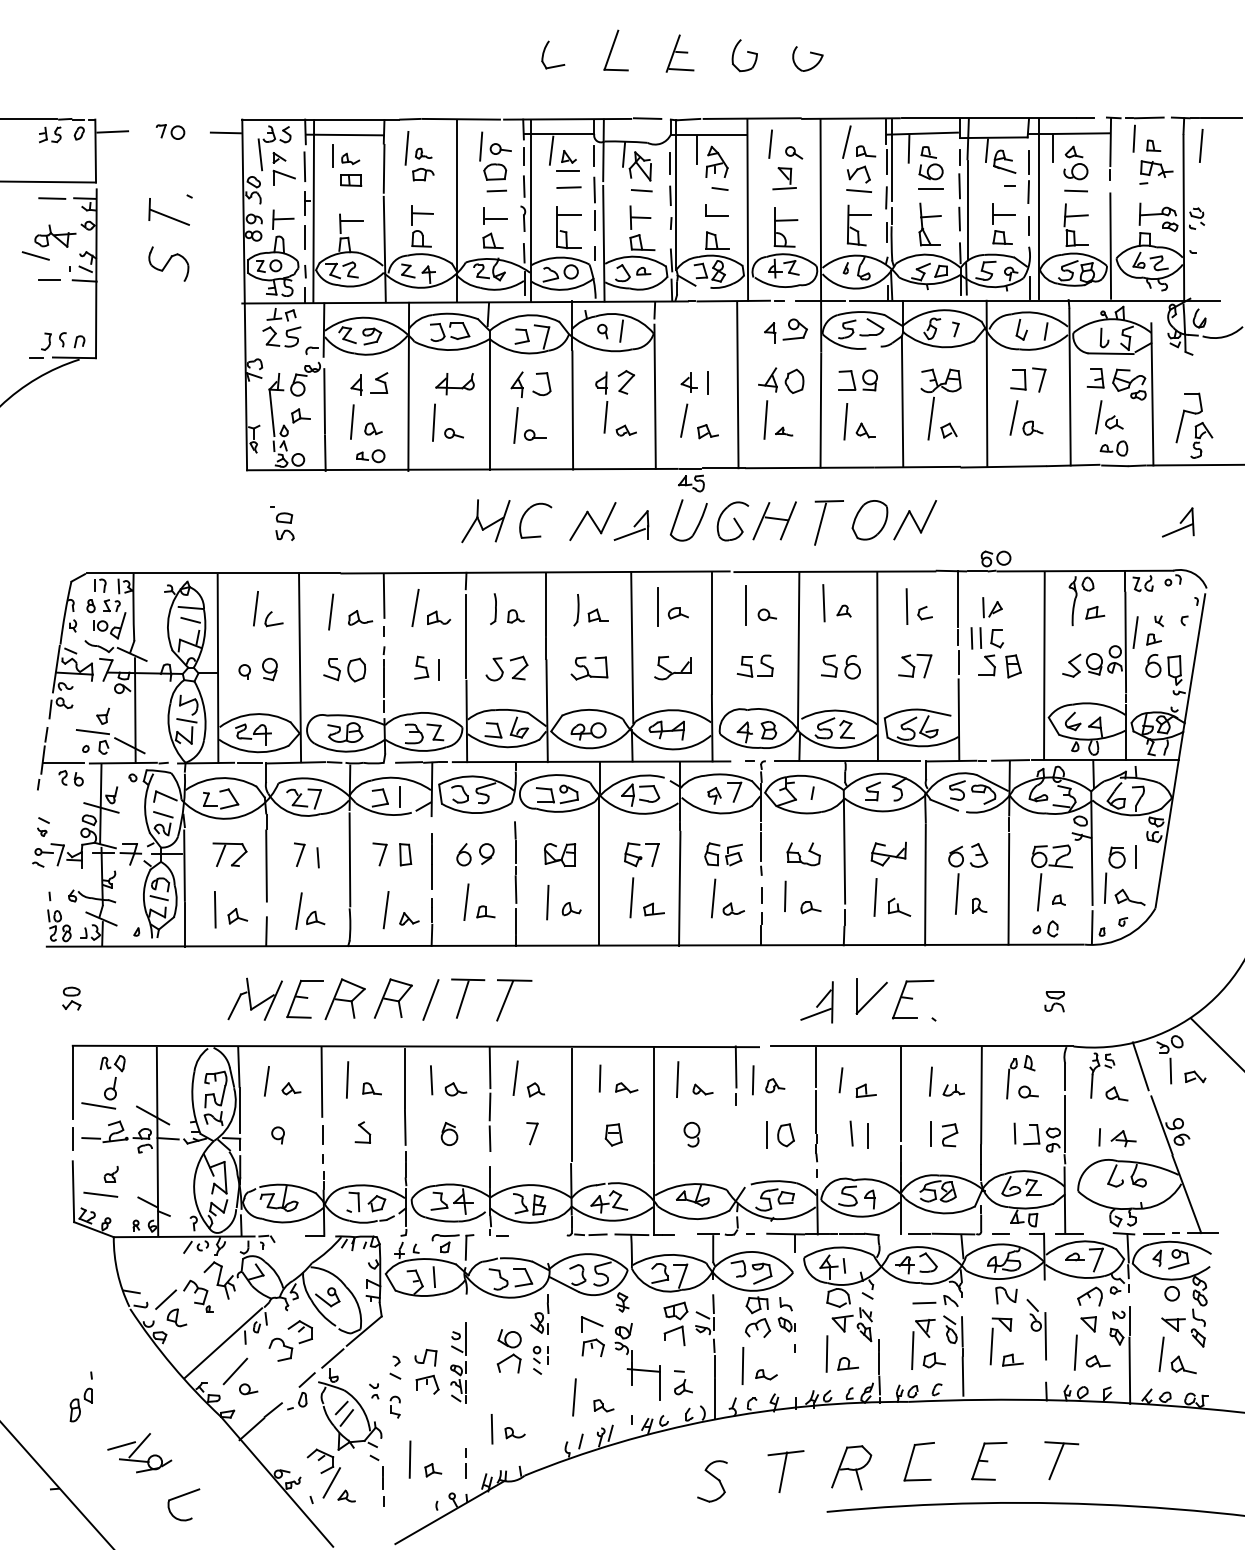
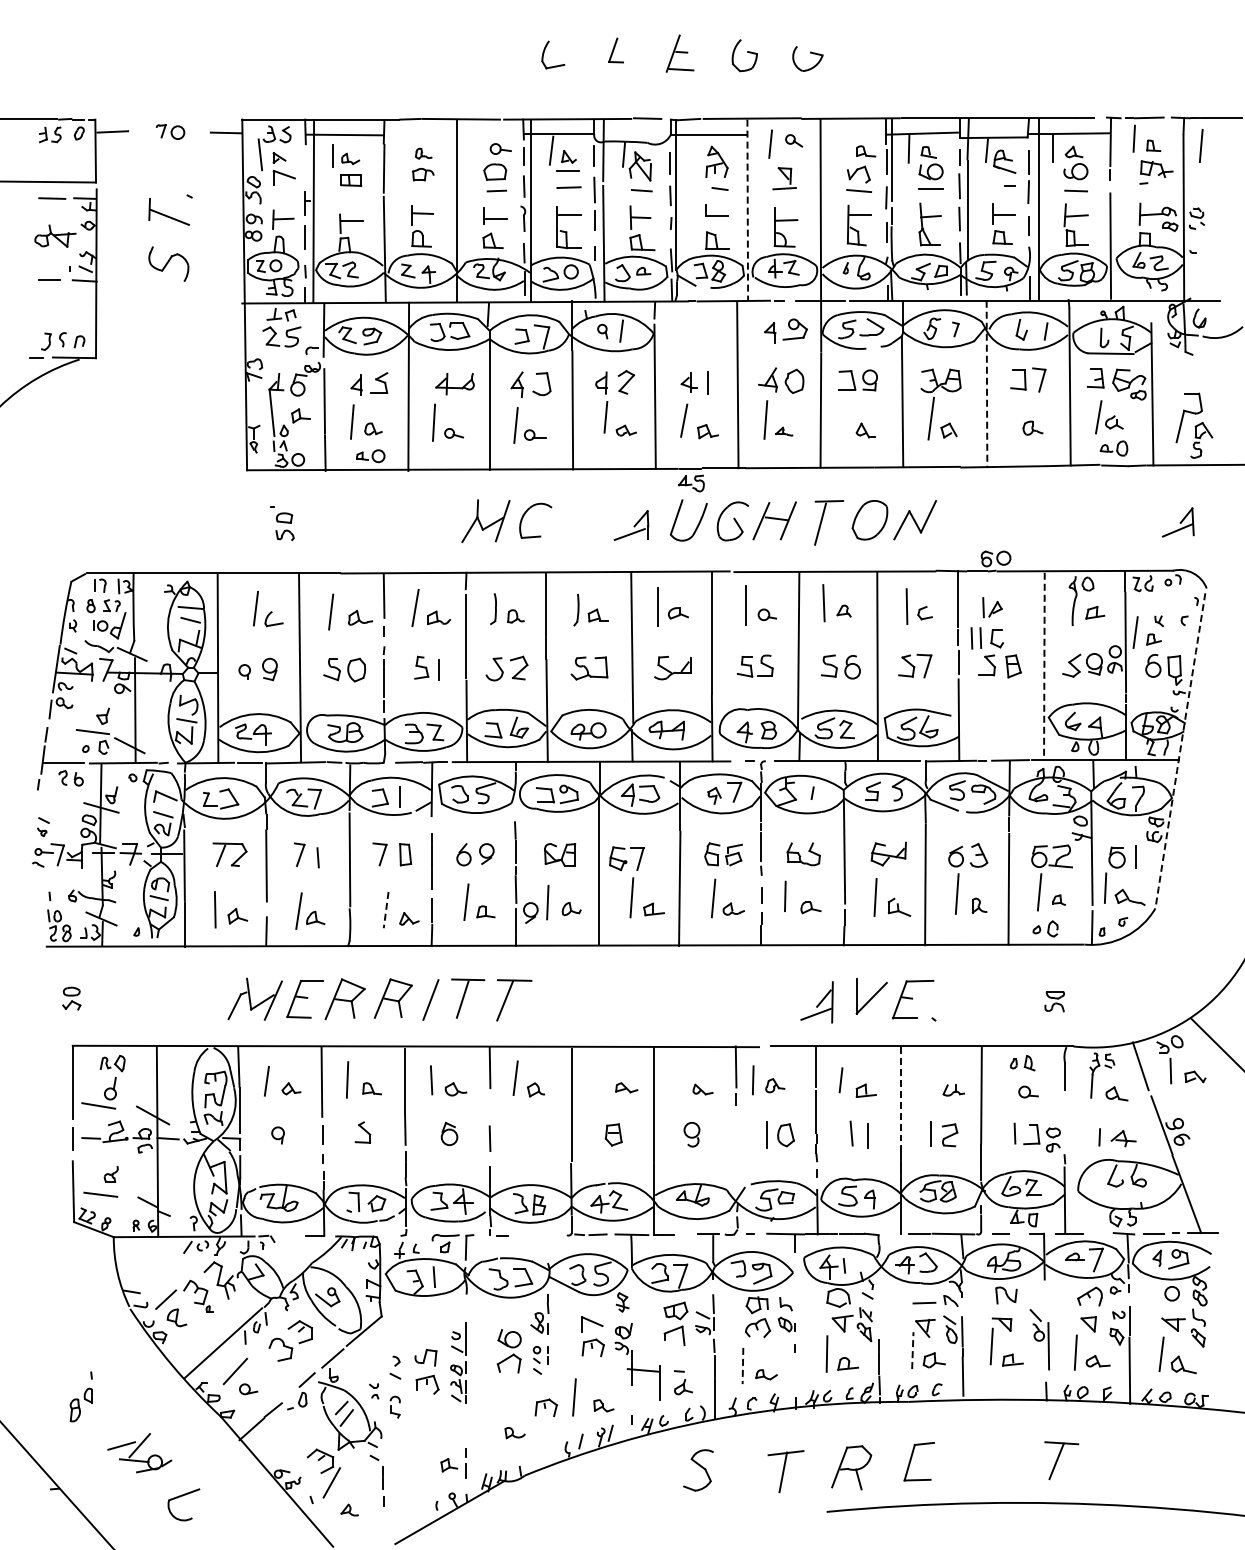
part at (615, 50) size: 26x43 px -> 16x27 px
line at (846, 141): present -> none
line at (481, 146): present -> none
line at (406, 147): present -> none
line at (696, 150): present -> none
part at (794, 152) position: (794, 152) -> (794, 140)
line at (304, 166): present -> none
line at (747, 210): solid -> dashed
line at (35, 255): present -> none
line at (986, 384): solid -> dashed
line at (1013, 417): present -> none
line at (845, 421): present -> none
part at (592, 521): present -> none
line at (1044, 666): solid -> dashed
arc at (1180, 750): solid -> dashed
part at (641, 854) position: (641, 854) -> (626, 858)
line at (386, 910): solid -> dashed
part at (530, 912): none -> present
line at (599, 1078): present -> none
line at (677, 1079): present -> none
line at (930, 1081): present -> none
line at (1008, 1083): present -> none
line at (900, 1093): solid -> dashed
line at (489, 1106): present -> none
line at (1065, 1123): present -> none
part at (532, 1133): present -> none
part at (1036, 1329) position: (1036, 1329) -> (1039, 1339)
line at (912, 1350): solid -> dashed
line at (742, 1366): solid -> dashed
part at (545, 1407): none -> present
line at (491, 1428): present -> none
line at (409, 1459): present -> none
part at (989, 1461): present -> none
part at (433, 1470) position: (433, 1470) -> (449, 1465)
part at (712, 1481) position: (712, 1481) -> (698, 1470)
part at (346, 1495) position: (346, 1495) -> (349, 1509)
